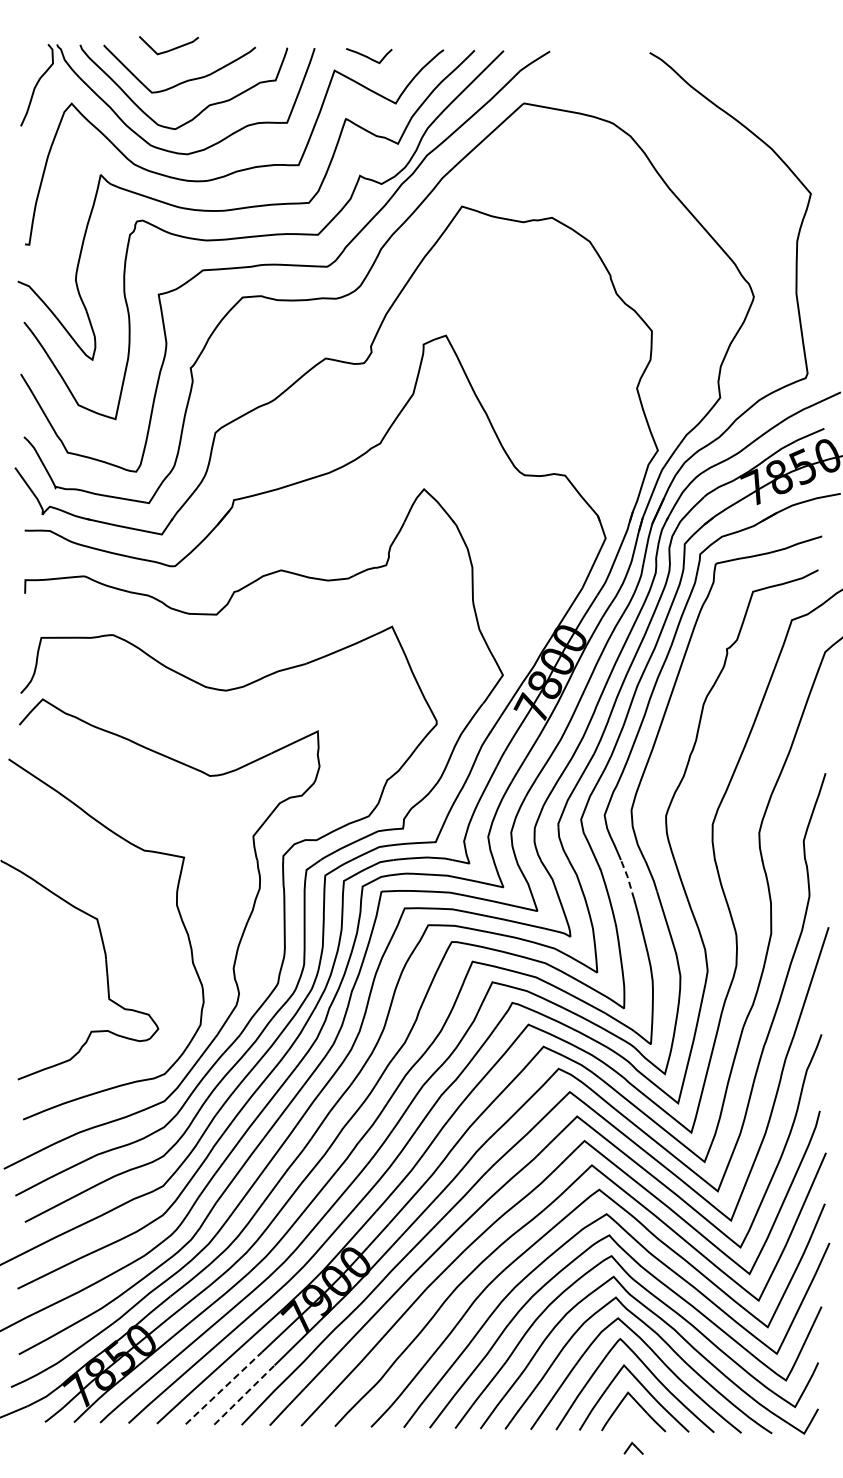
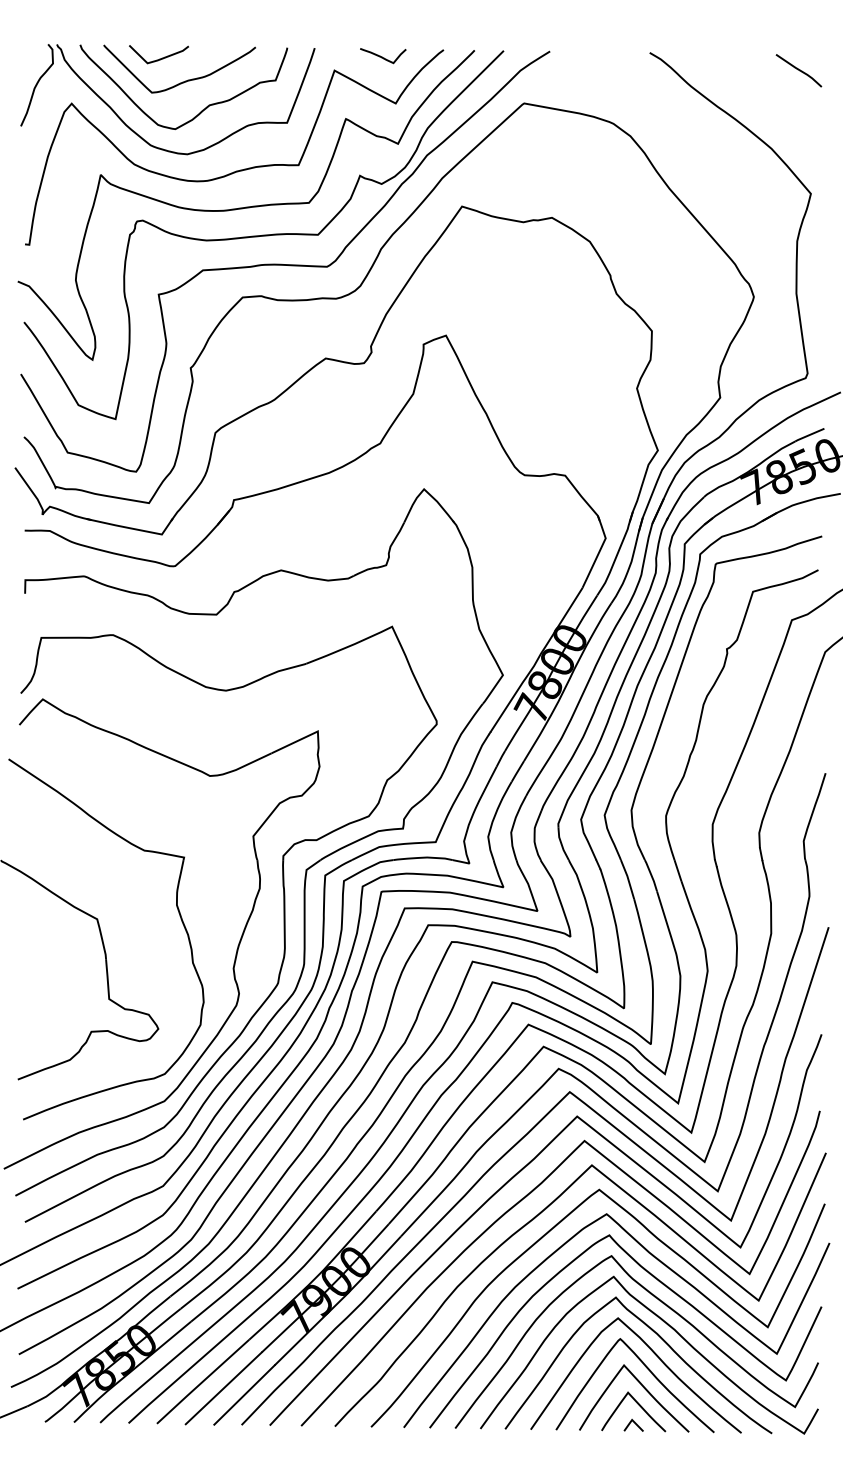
curve at (169, 49) position: (169, 49) -> (159, 58)
curve at (368, 56) position: (368, 56) -> (382, 56)
line at (798, 70): none -> present
line at (628, 878): dashed -> solid
line at (224, 1387): dashed -> solid
line at (244, 1394): dashed -> solid
line at (634, 1446) position: (634, 1446) -> (634, 1423)
